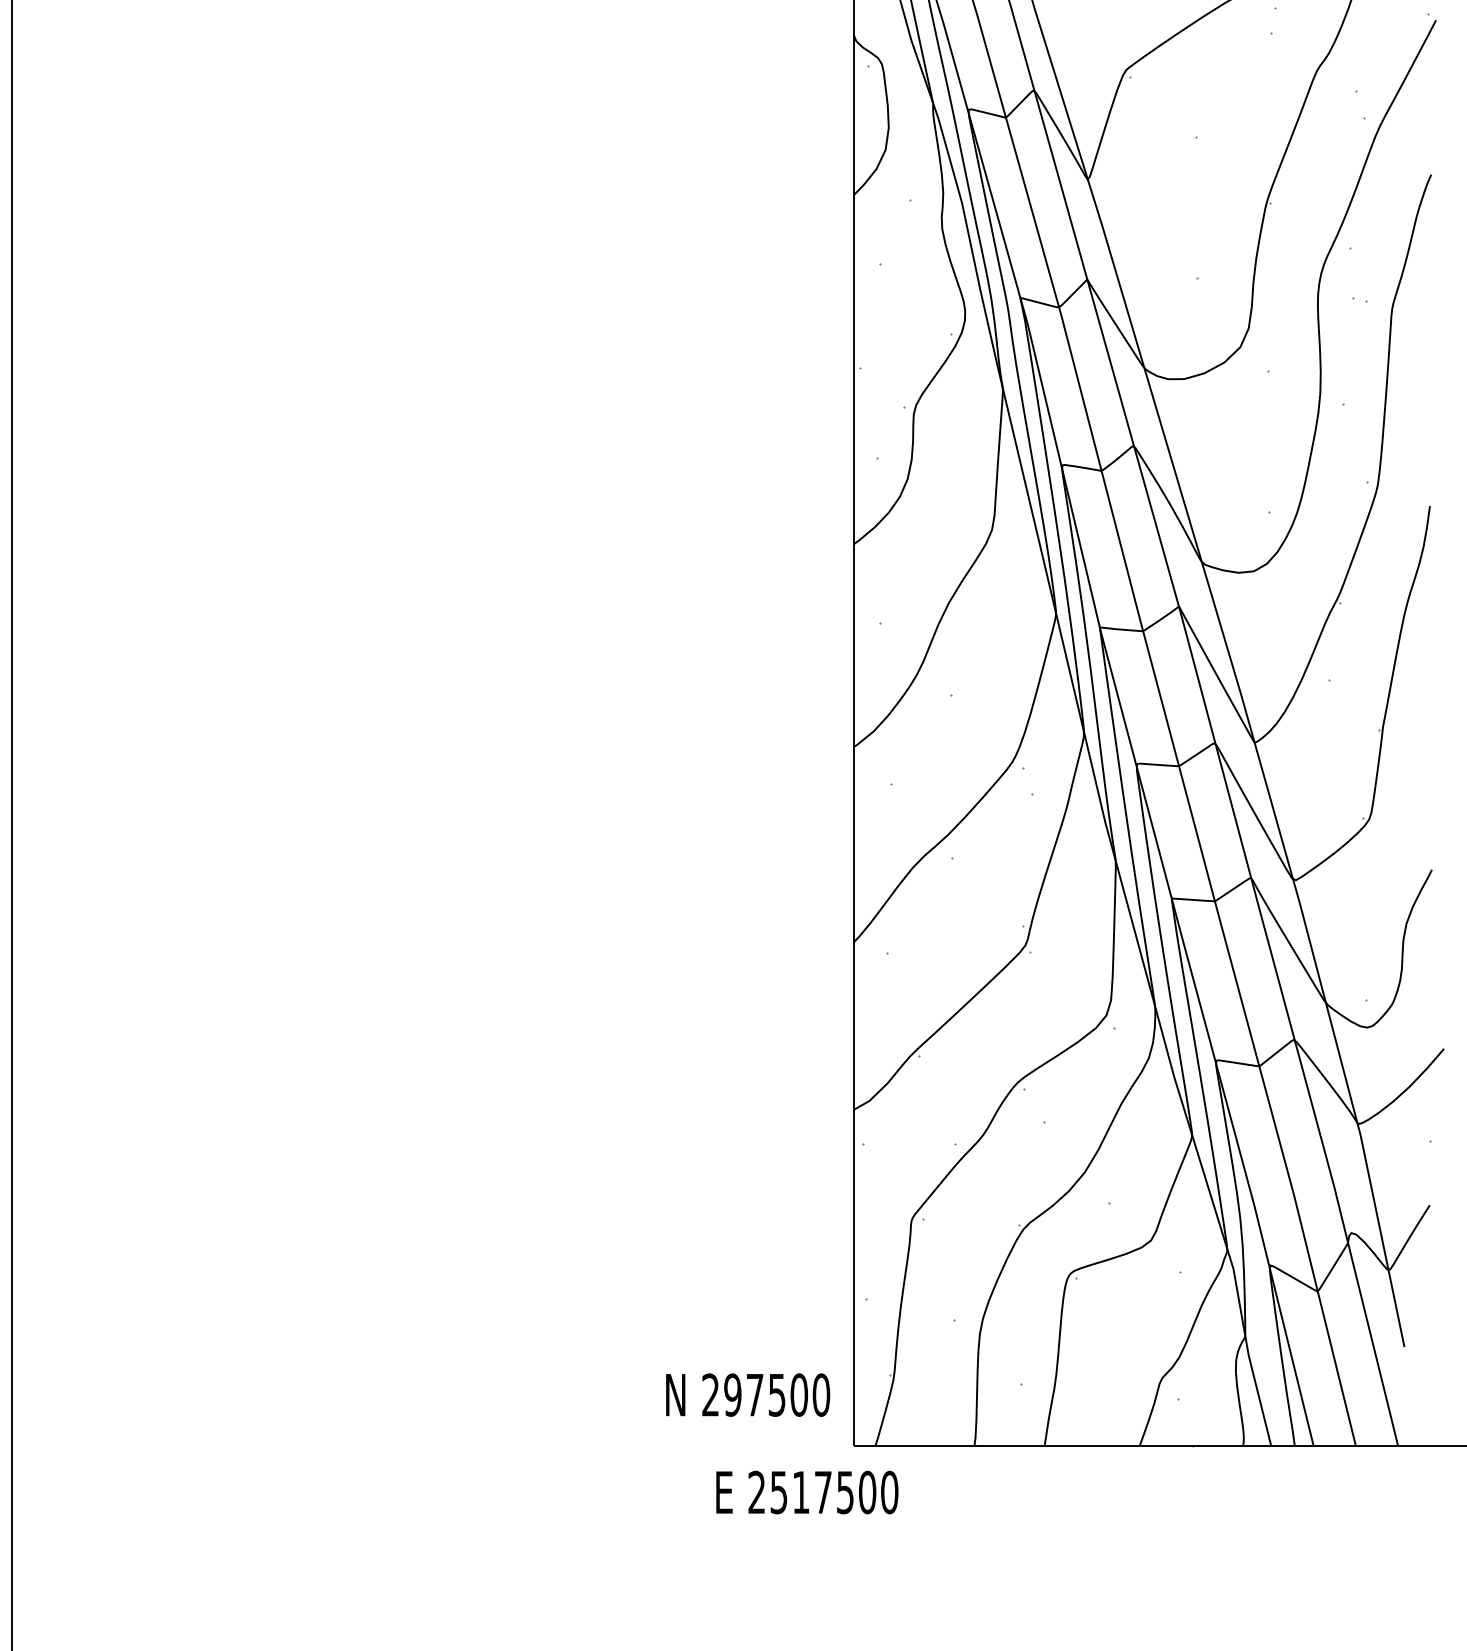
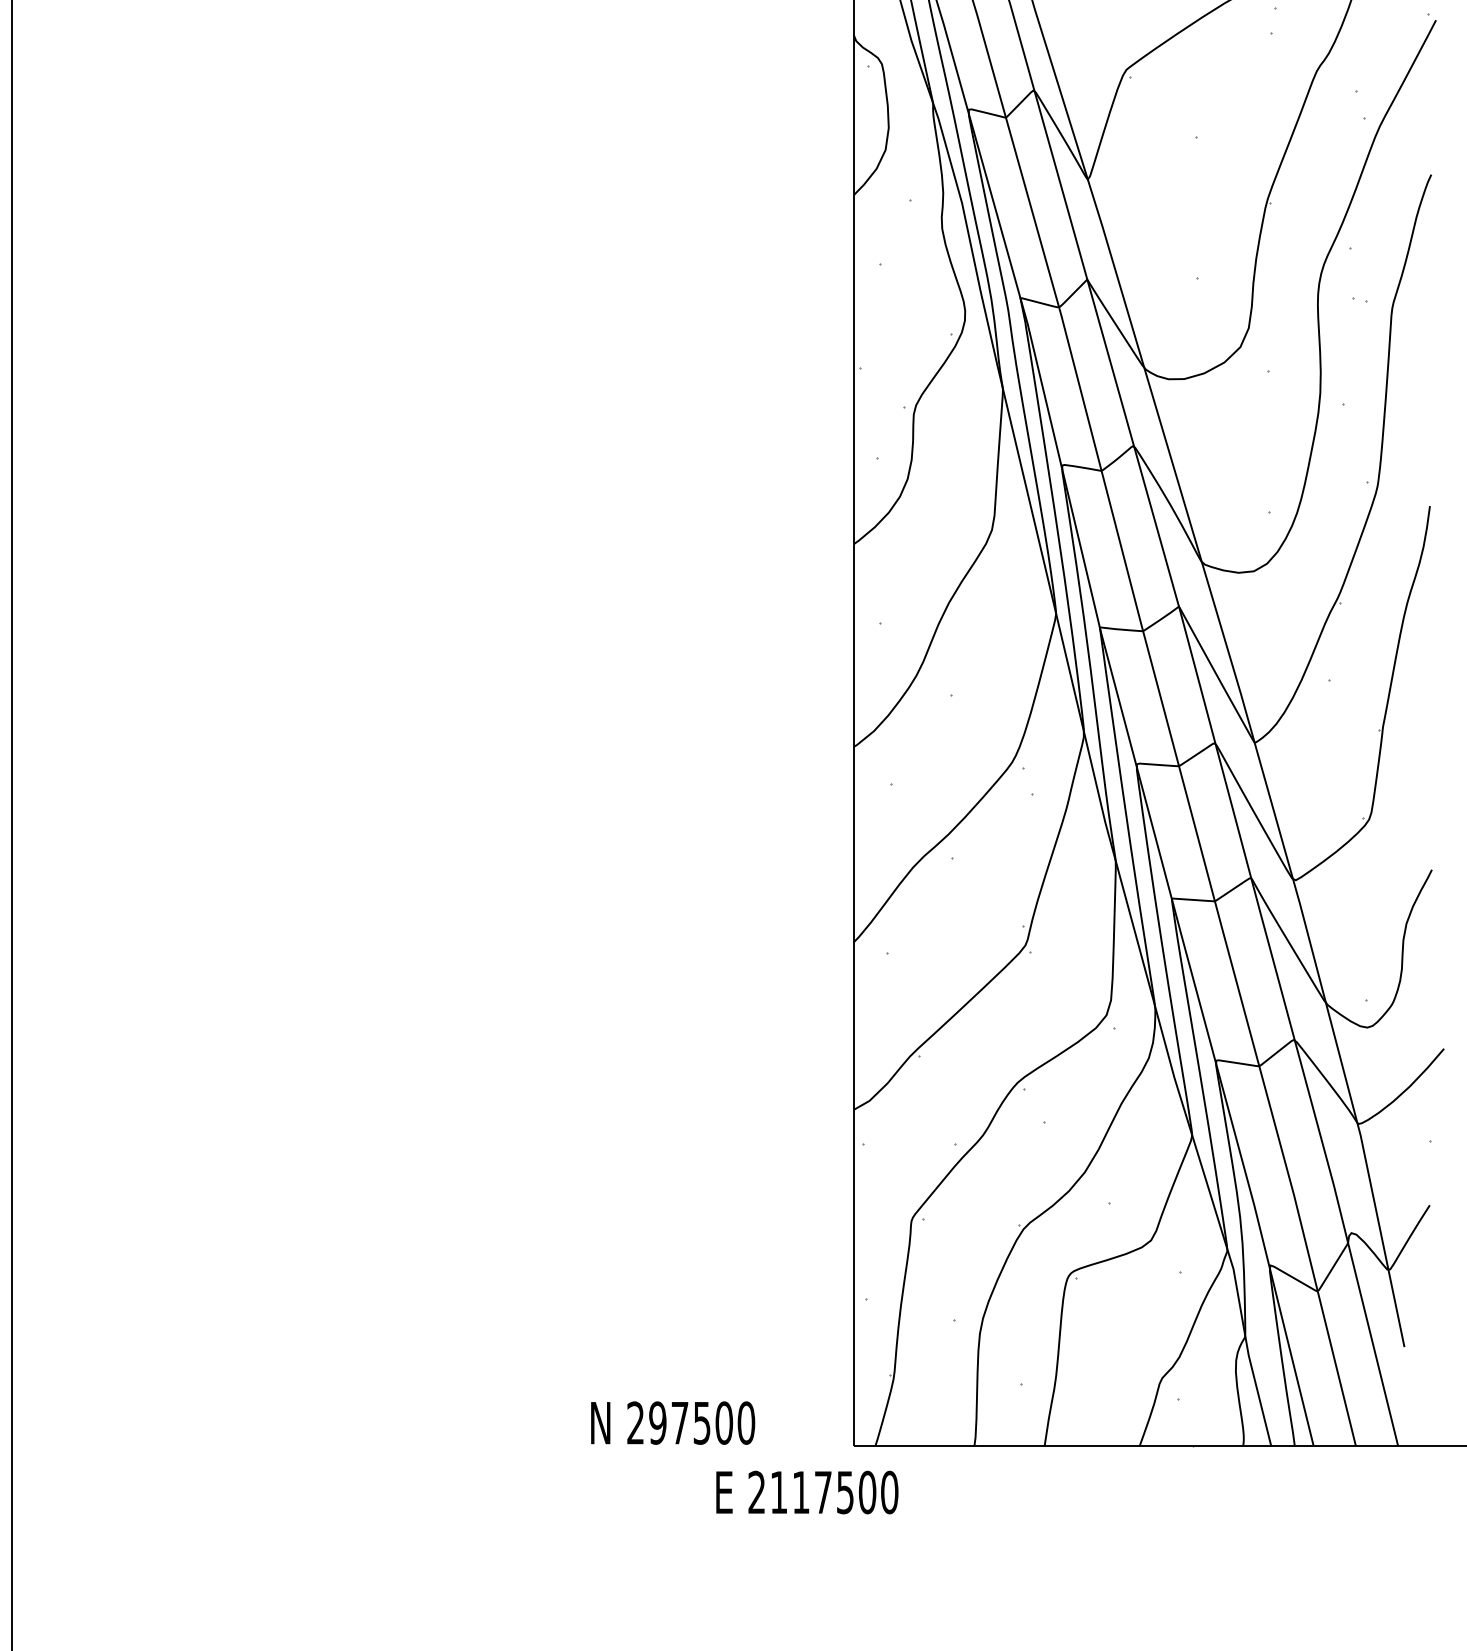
text at (748, 1394) position: (748, 1394) -> (673, 1422)
text at (778, 1492): 2517500 -> 2117500
